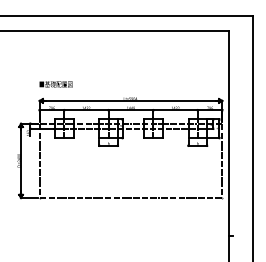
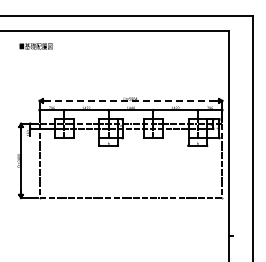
text at (55, 84) position: (55, 84) -> (35, 46)
line at (131, 100): solid -> dashed
